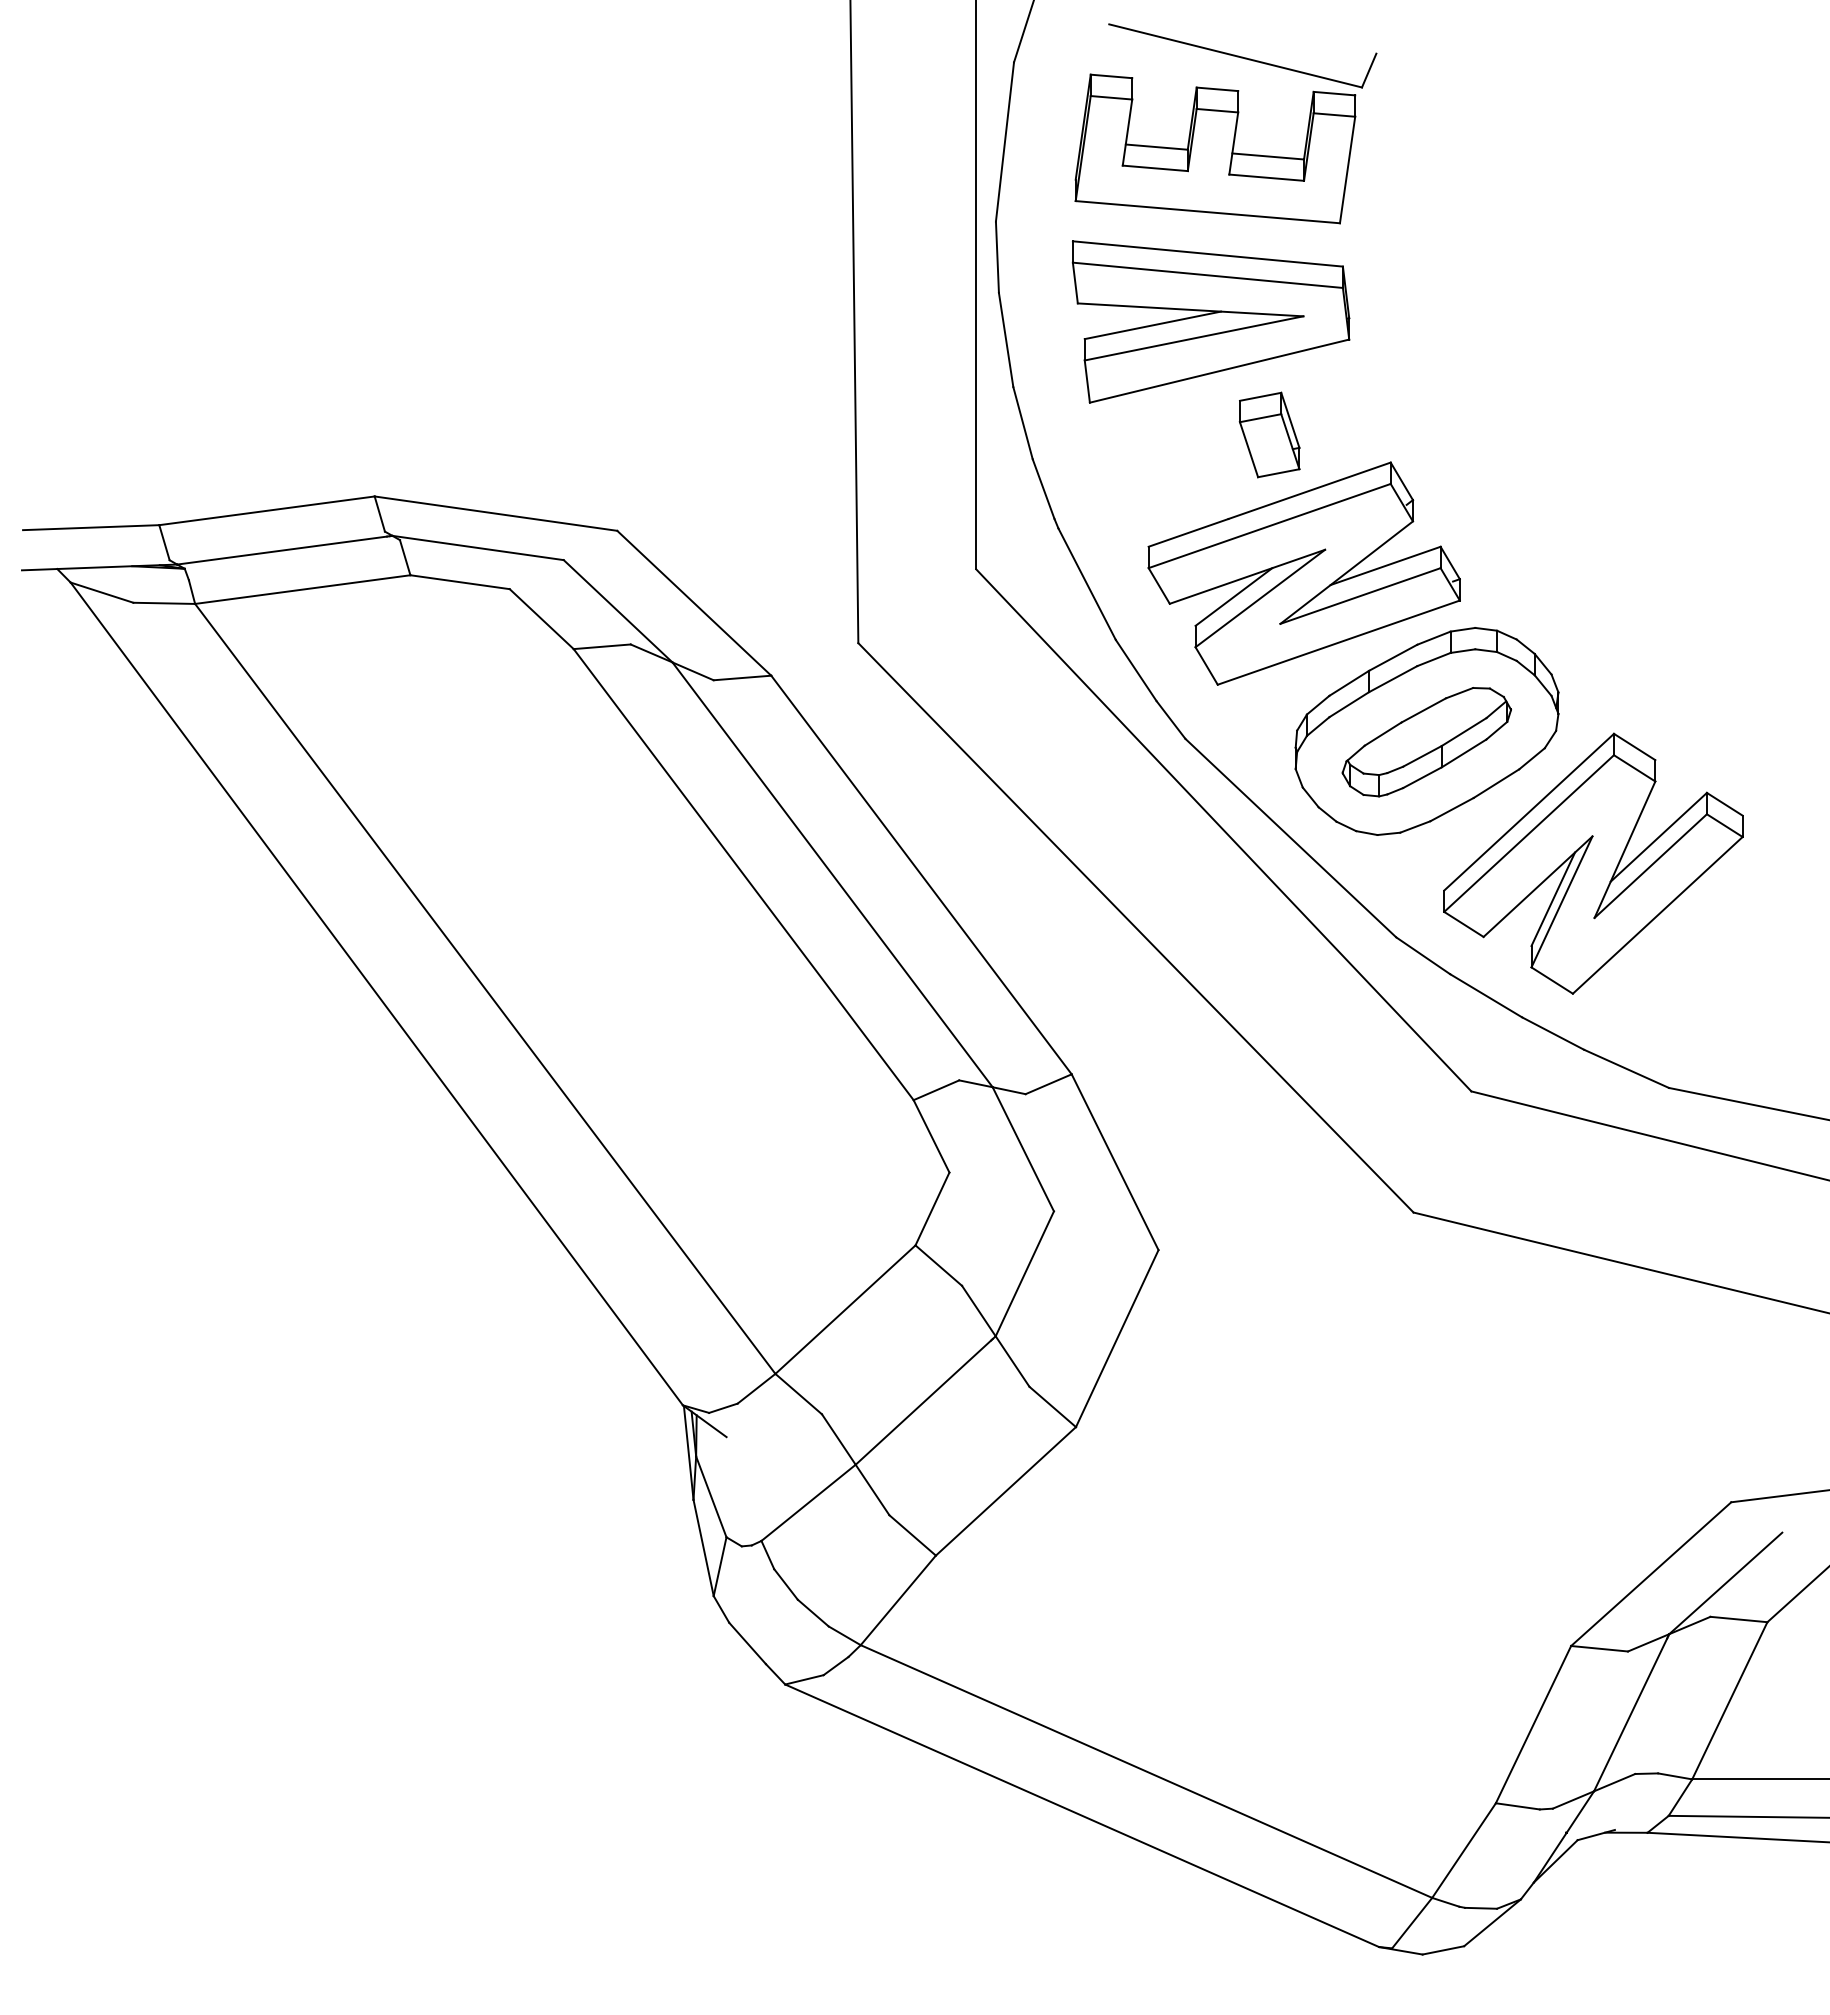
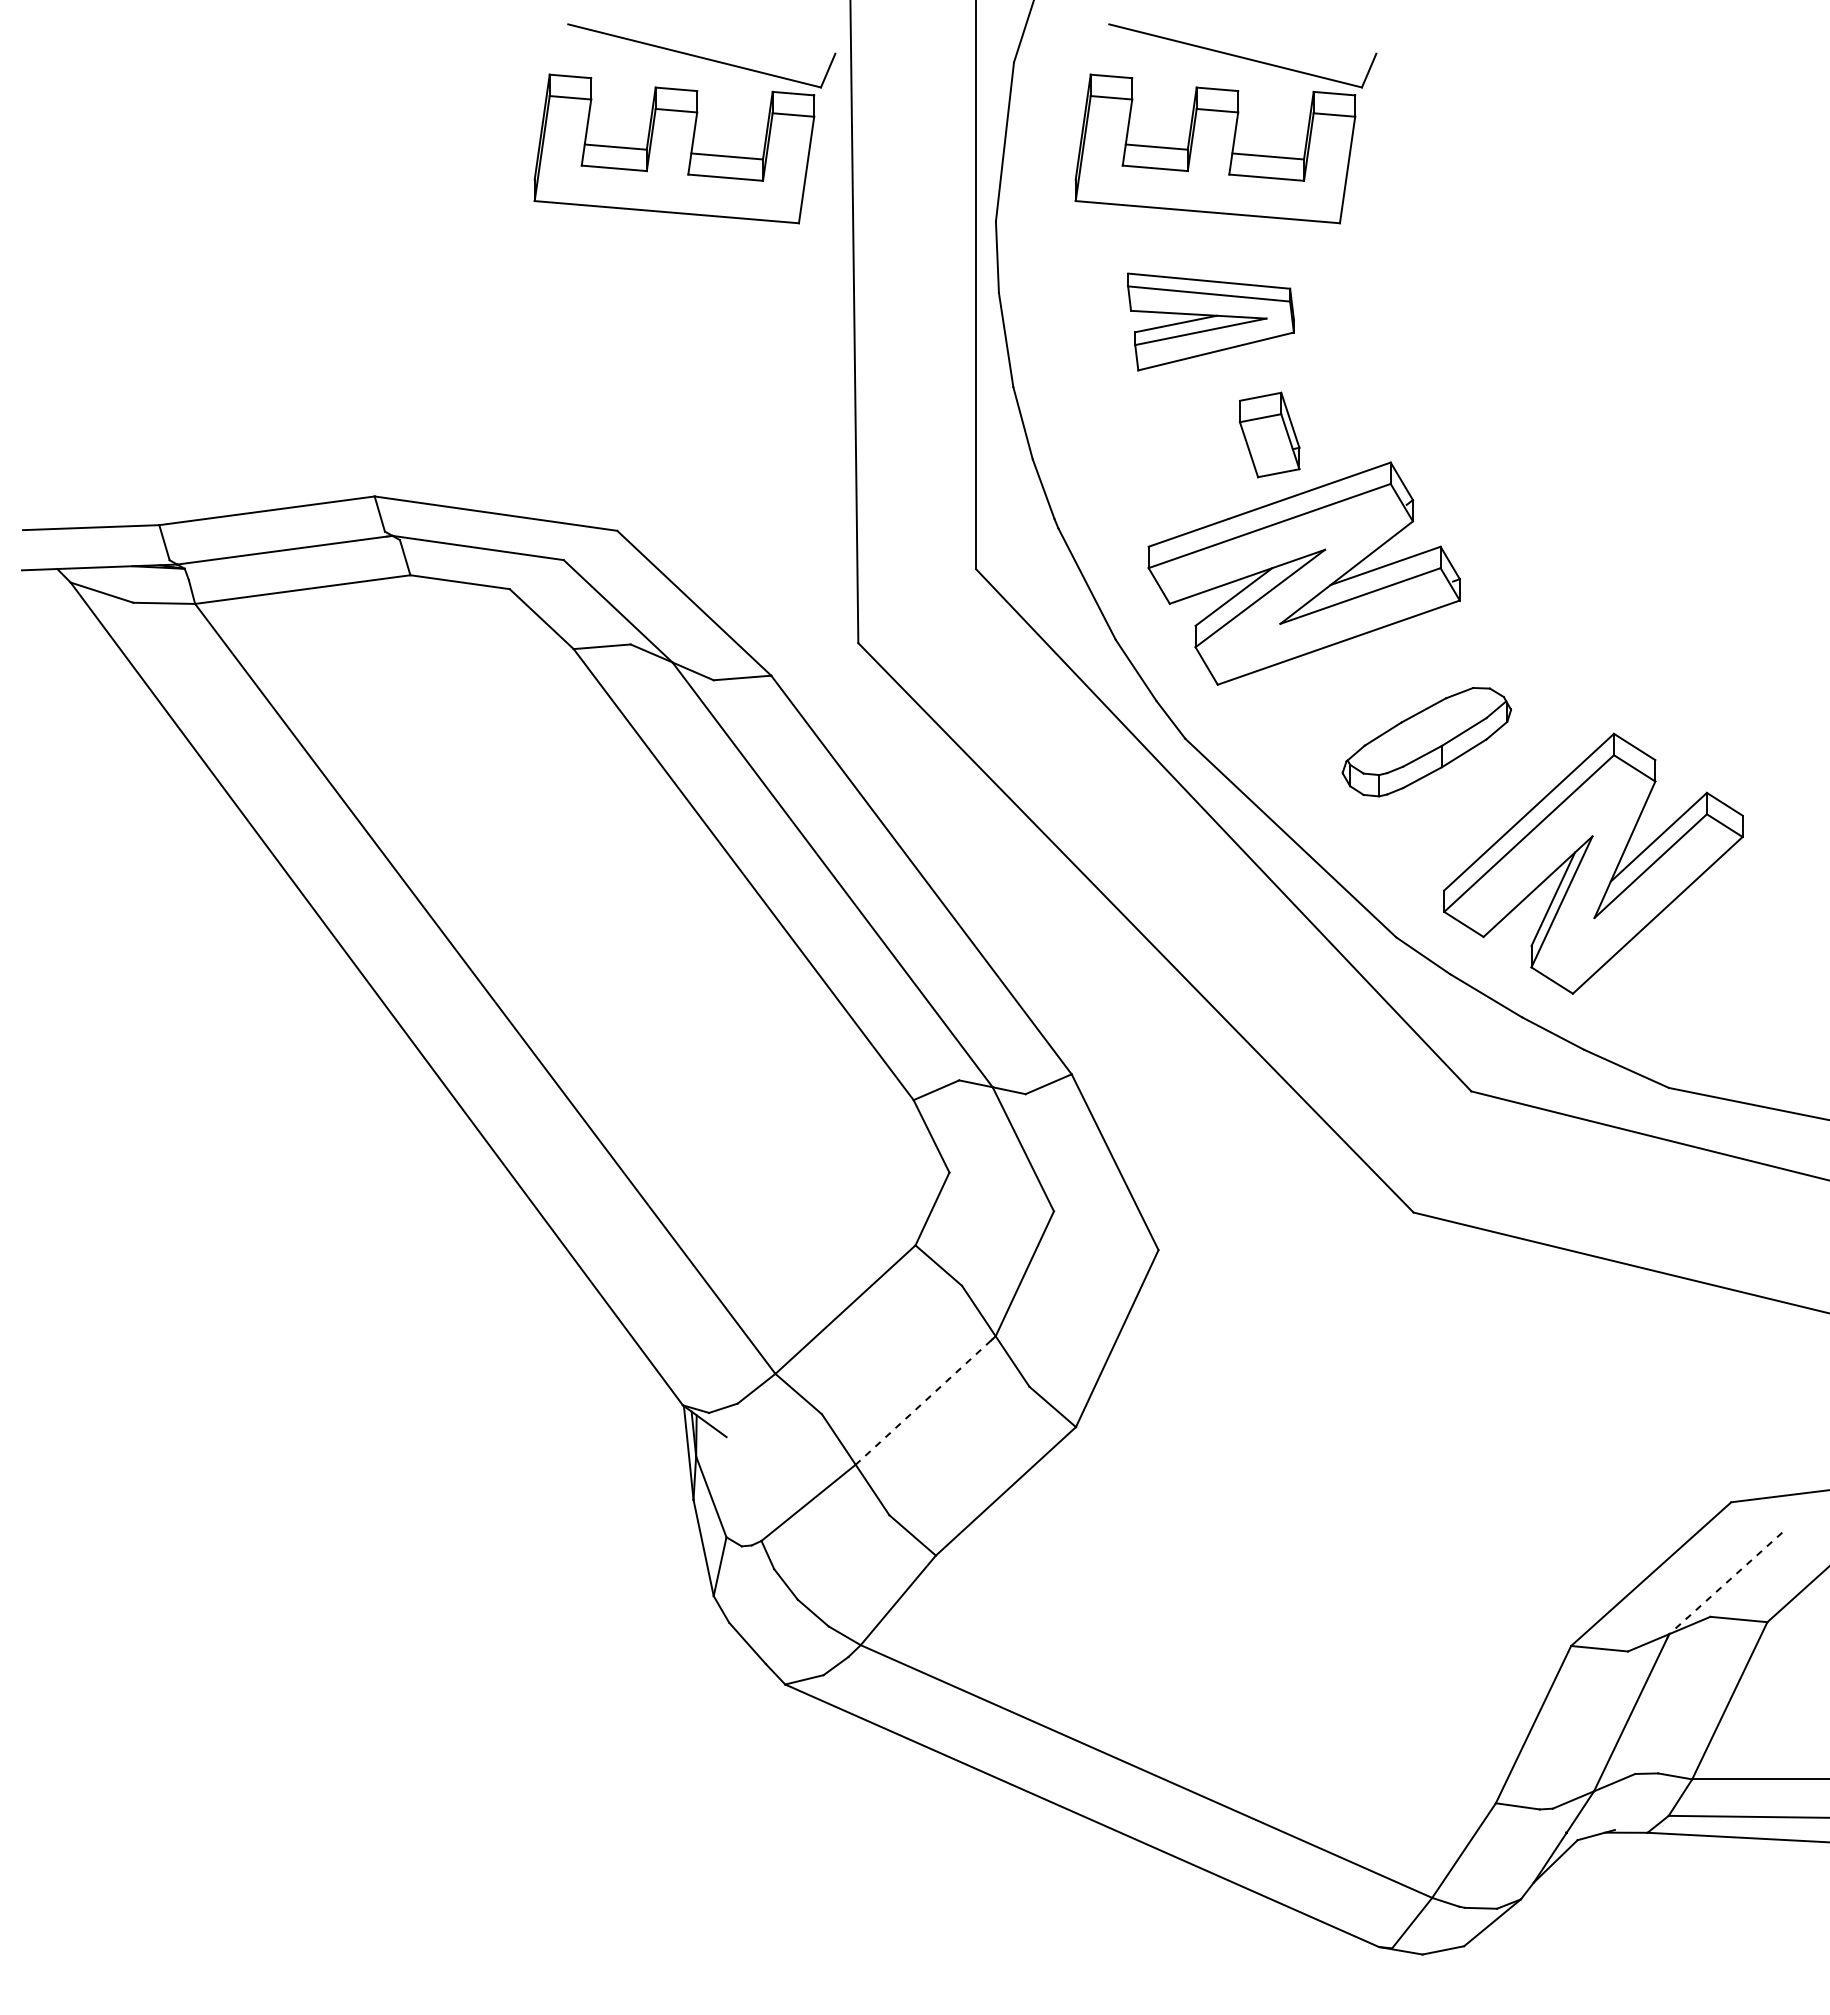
part at (684, 123): none -> present
part at (1210, 321) size: 280x164 px -> 168x100 px
part at (1426, 731): present -> none
line at (923, 1402): solid -> dashed
line at (1725, 1583): solid -> dashed
